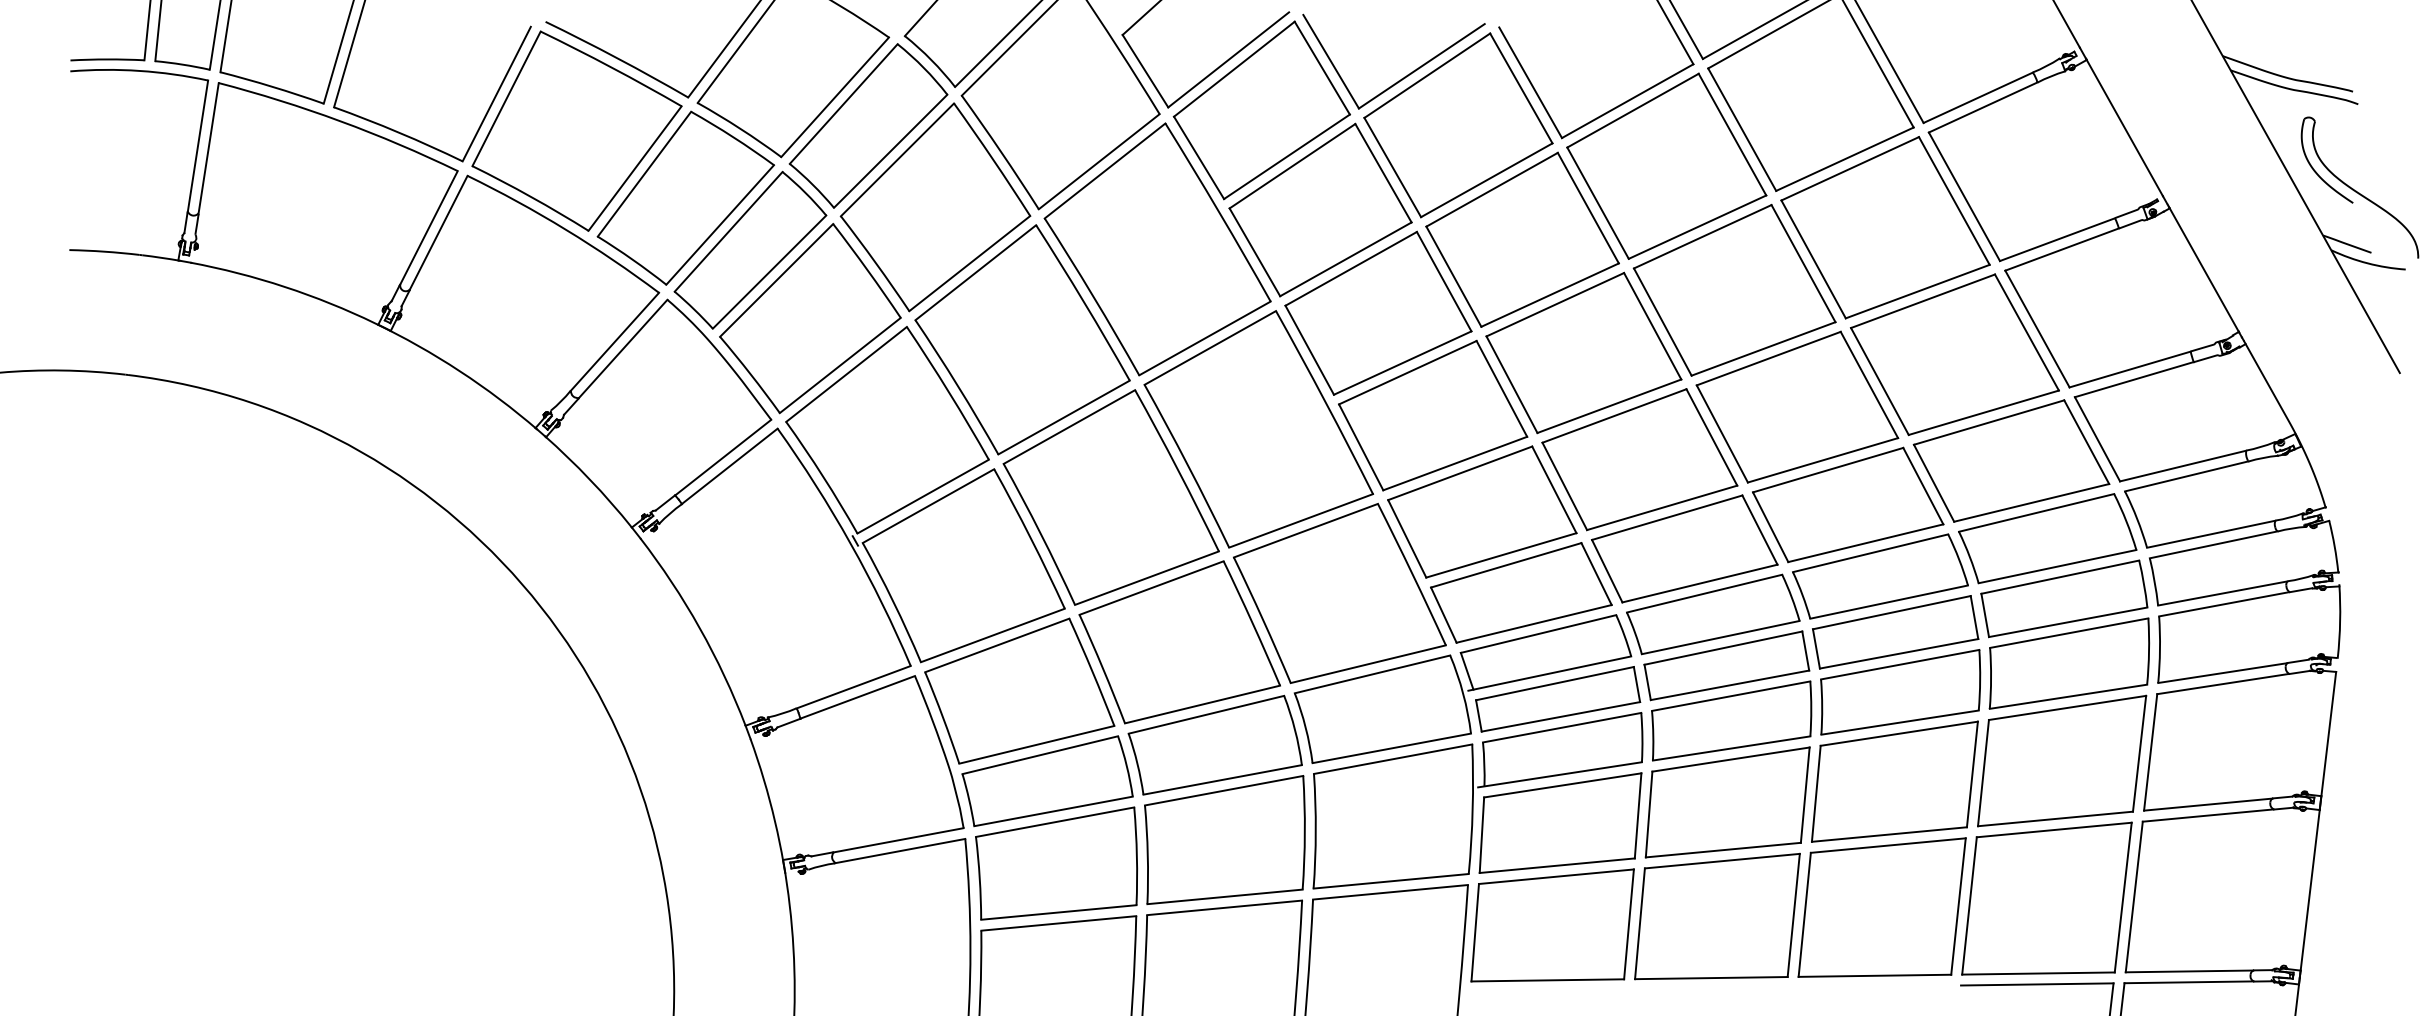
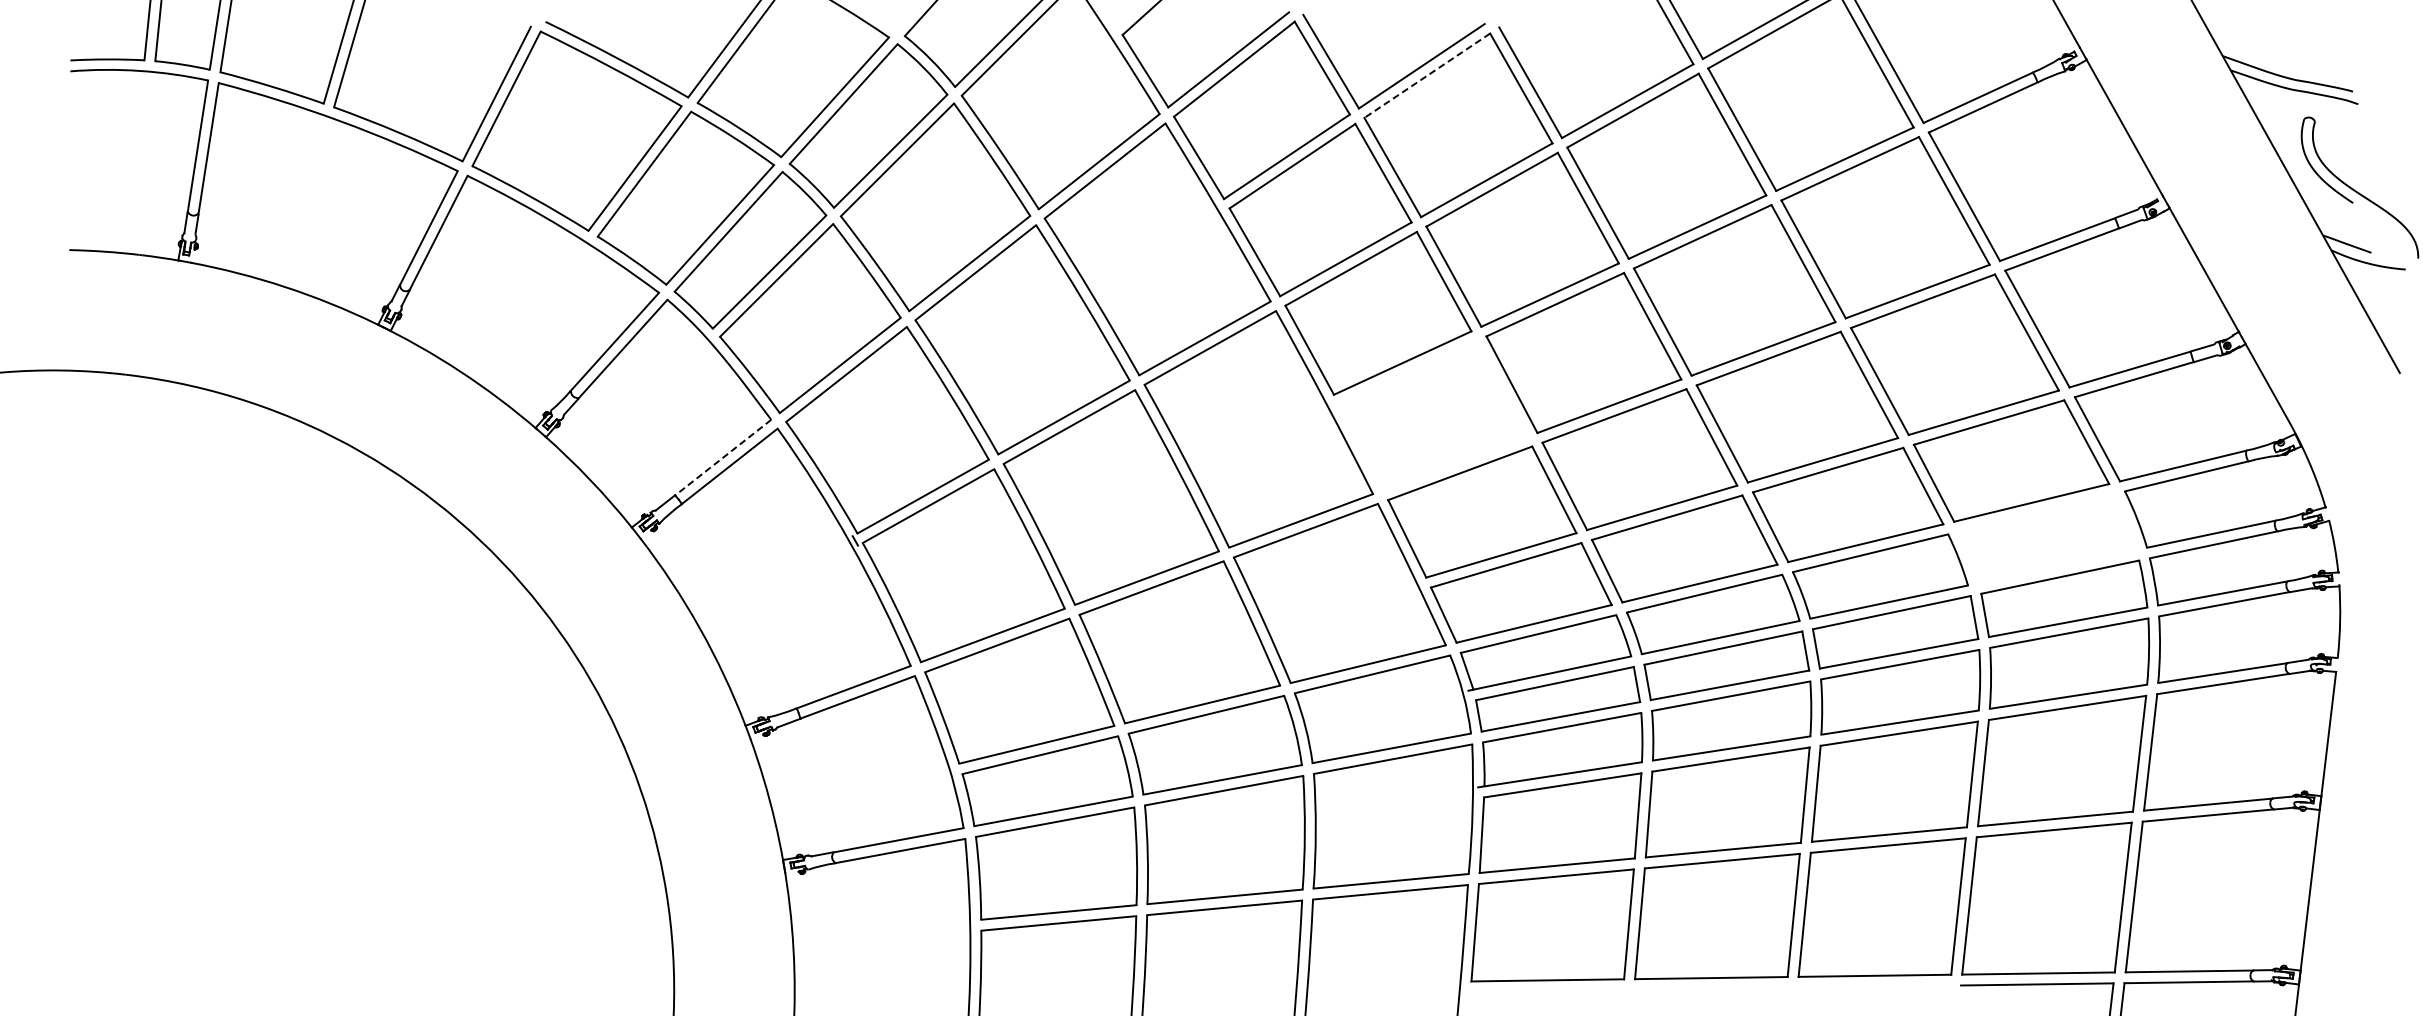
line at (1427, 75): solid -> dashed
part at (1433, 415): present -> none
line at (722, 457): solid -> dashed
part at (2047, 538): present -> none
